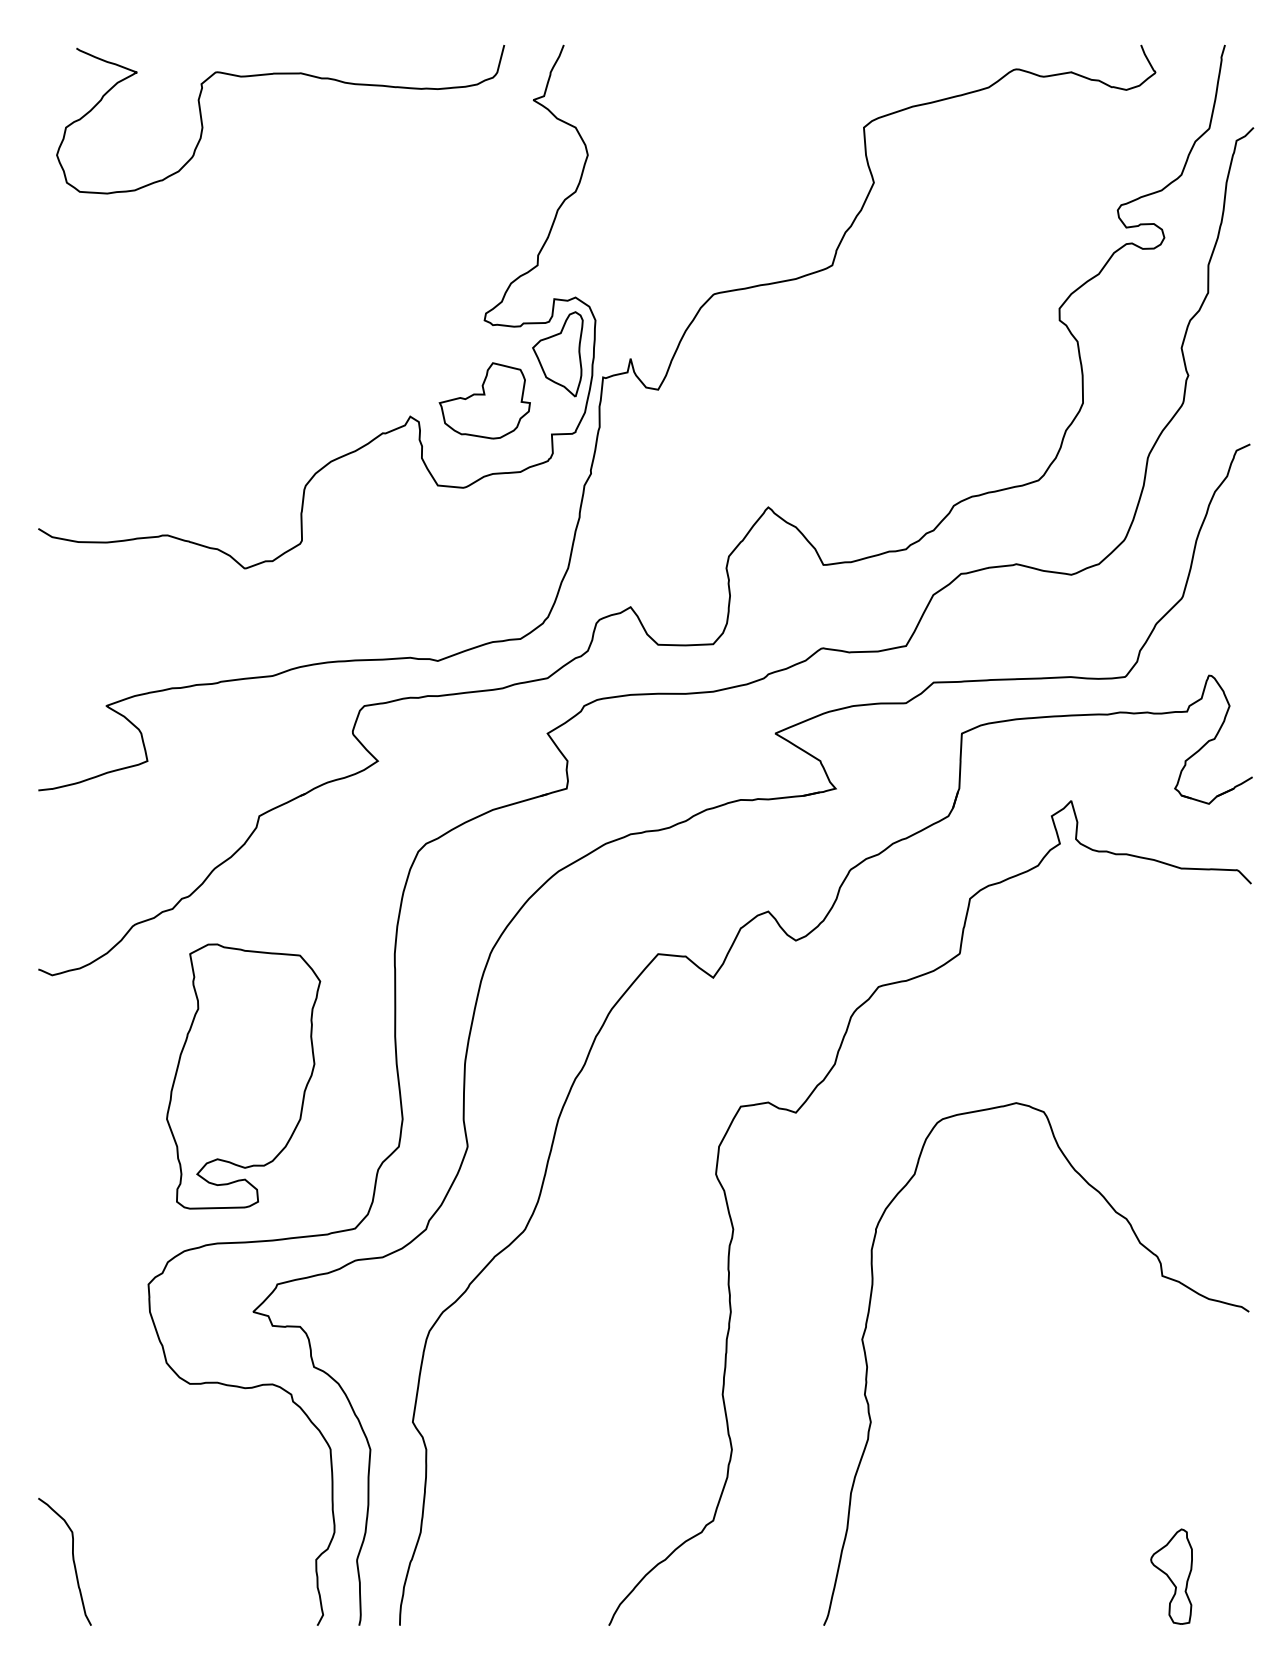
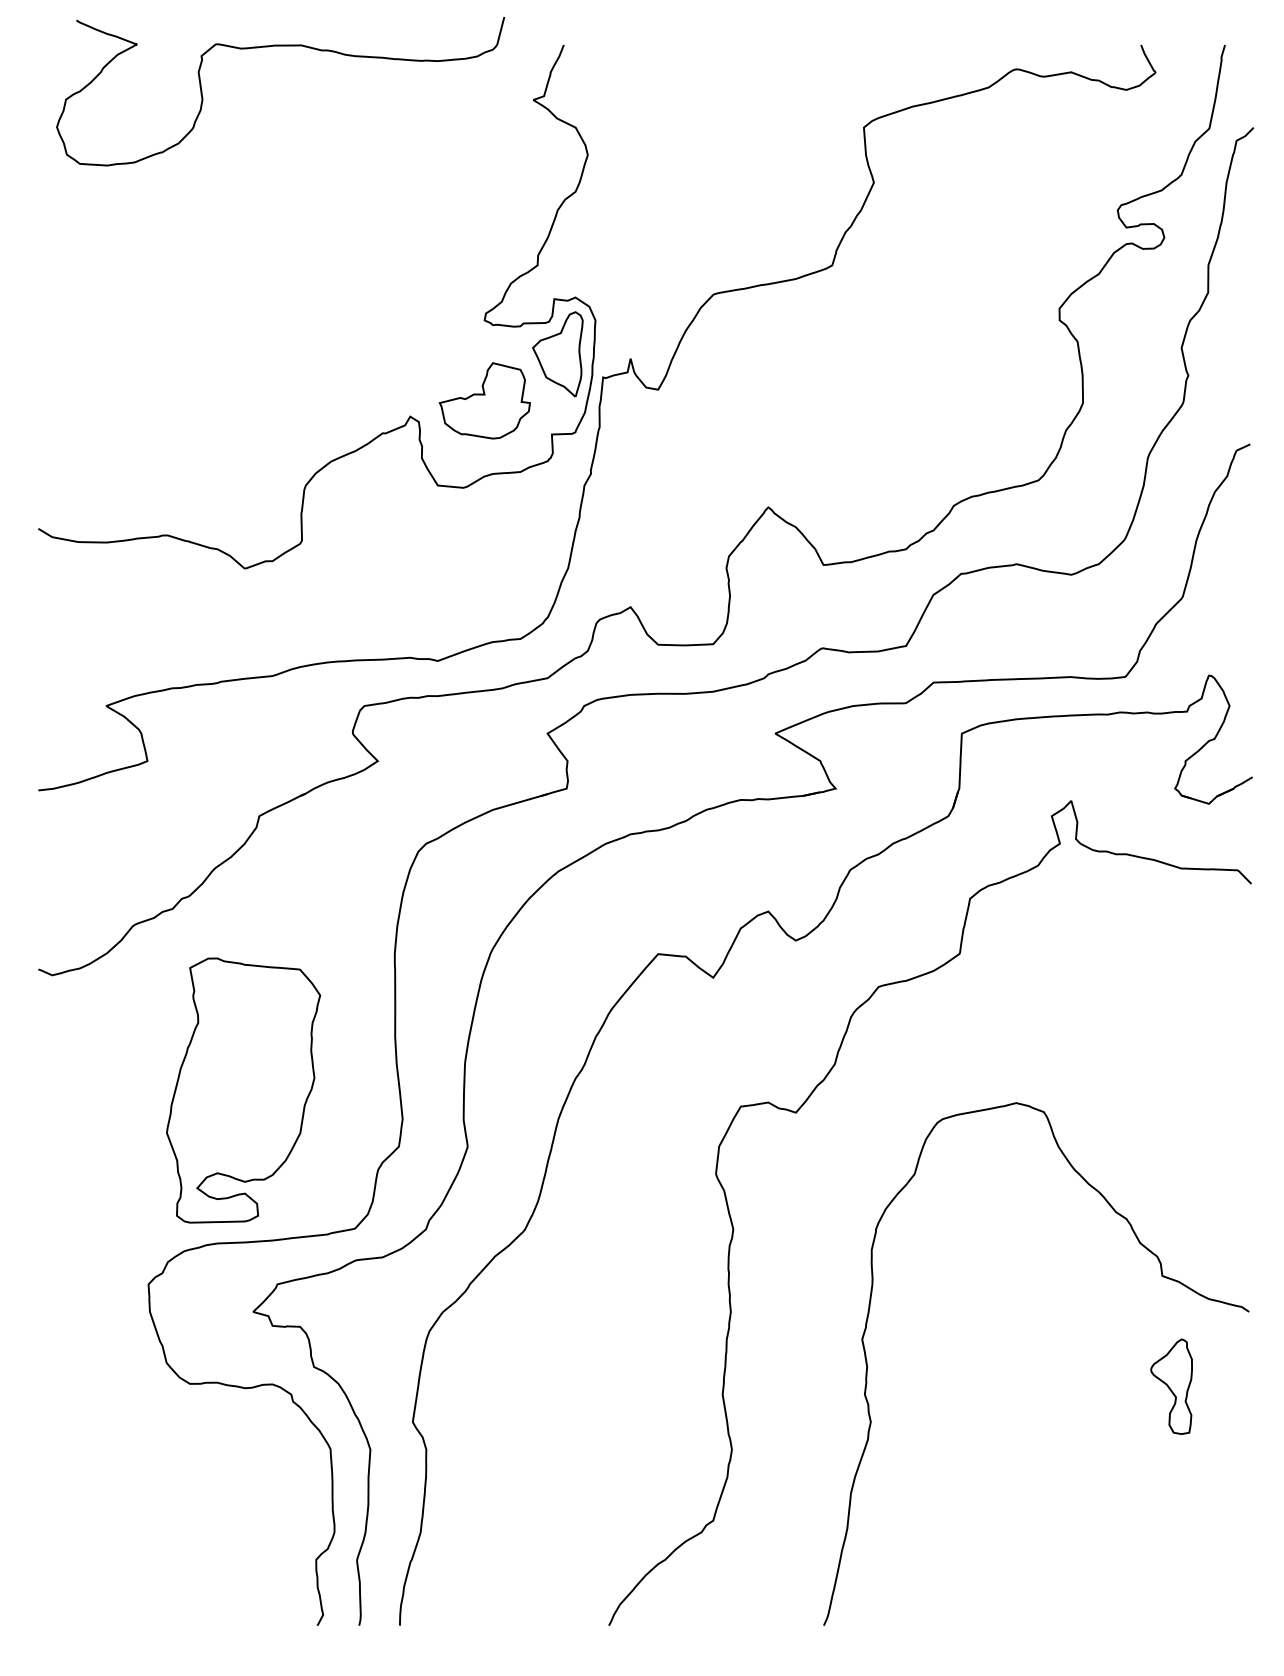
curve at (280, 74) position: (280, 74) -> (280, 46)
part at (243, 1076) position: (243, 1076) -> (243, 1090)
curve at (72, 1560): present -> none
part at (1171, 1576) position: (1171, 1576) -> (1171, 1386)
